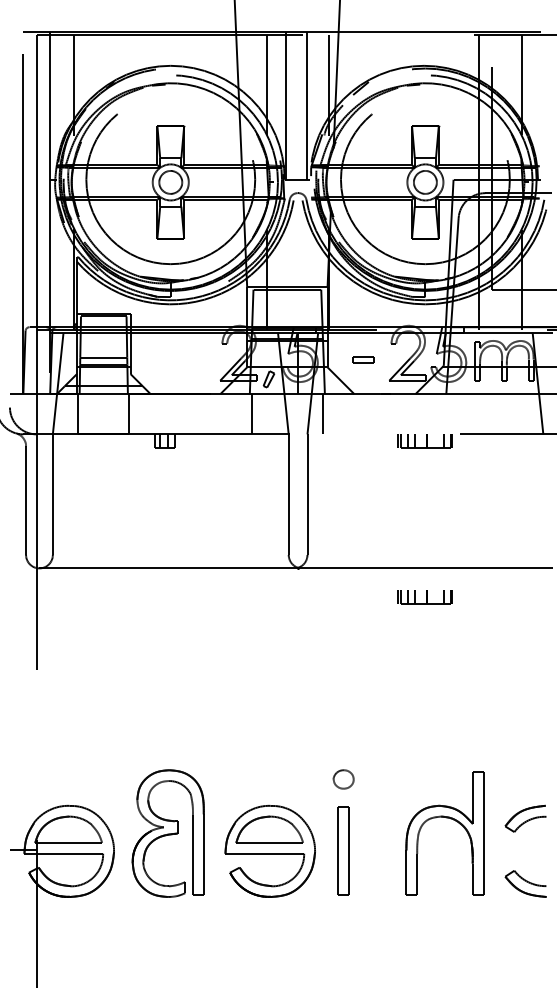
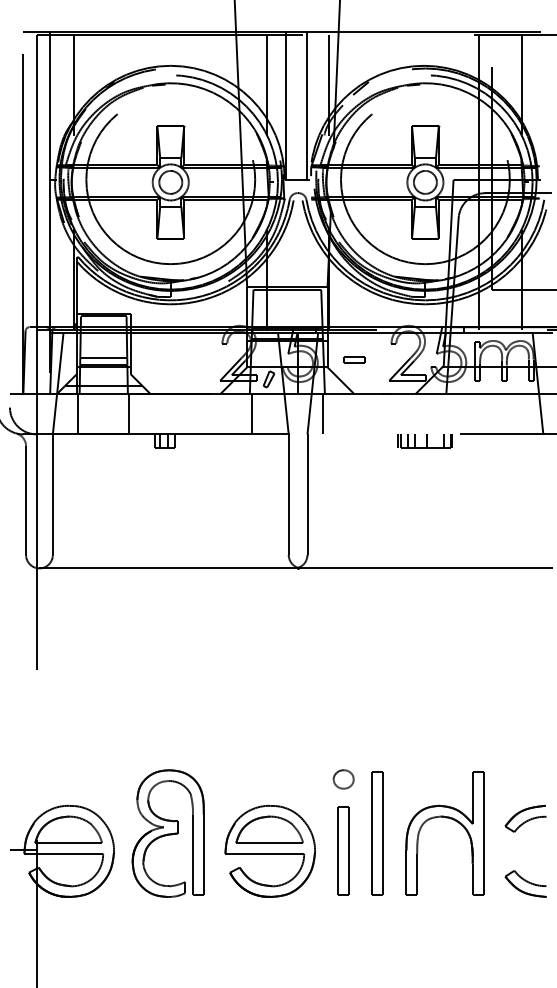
part at (363, 359) position: (363, 359) -> (354, 359)
part at (424, 597): present -> none
part at (377, 833): none -> present
